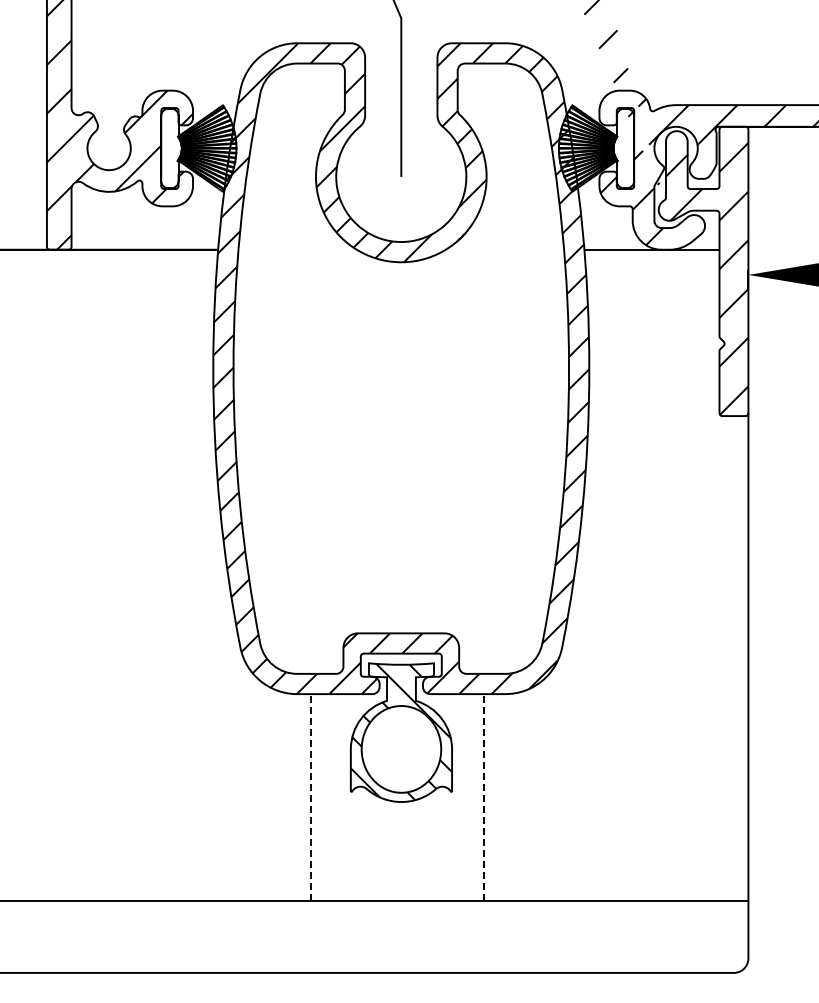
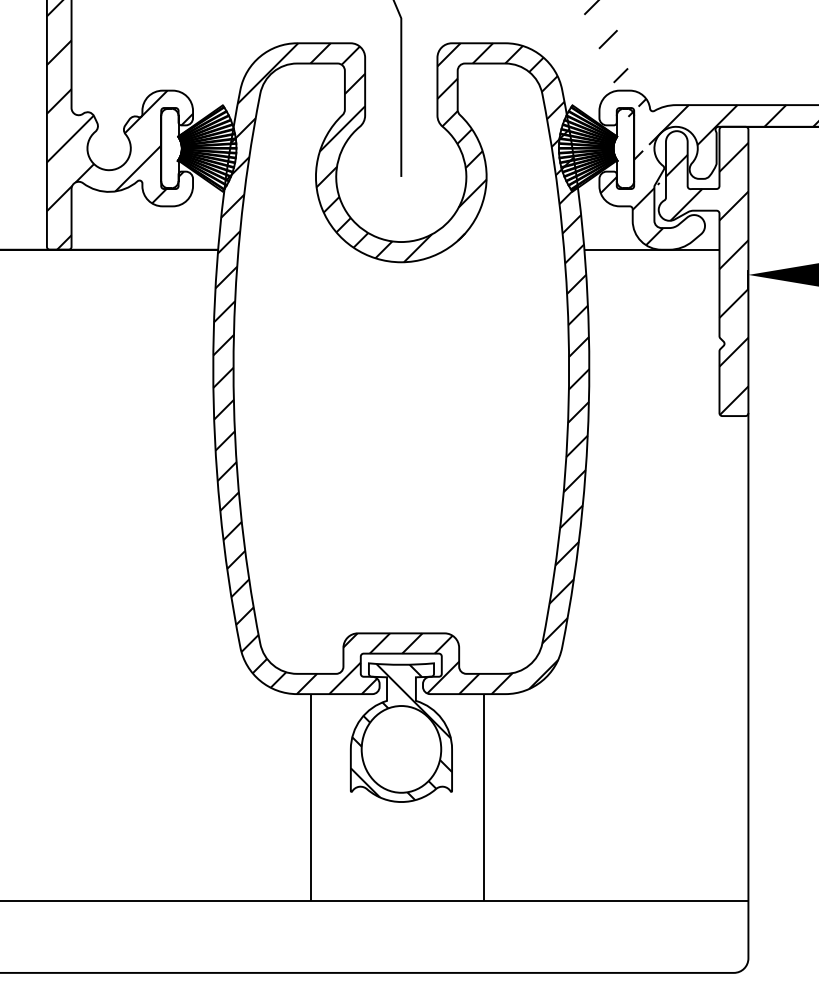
line at (310, 796): dashed -> solid
line at (484, 796): dashed -> solid
